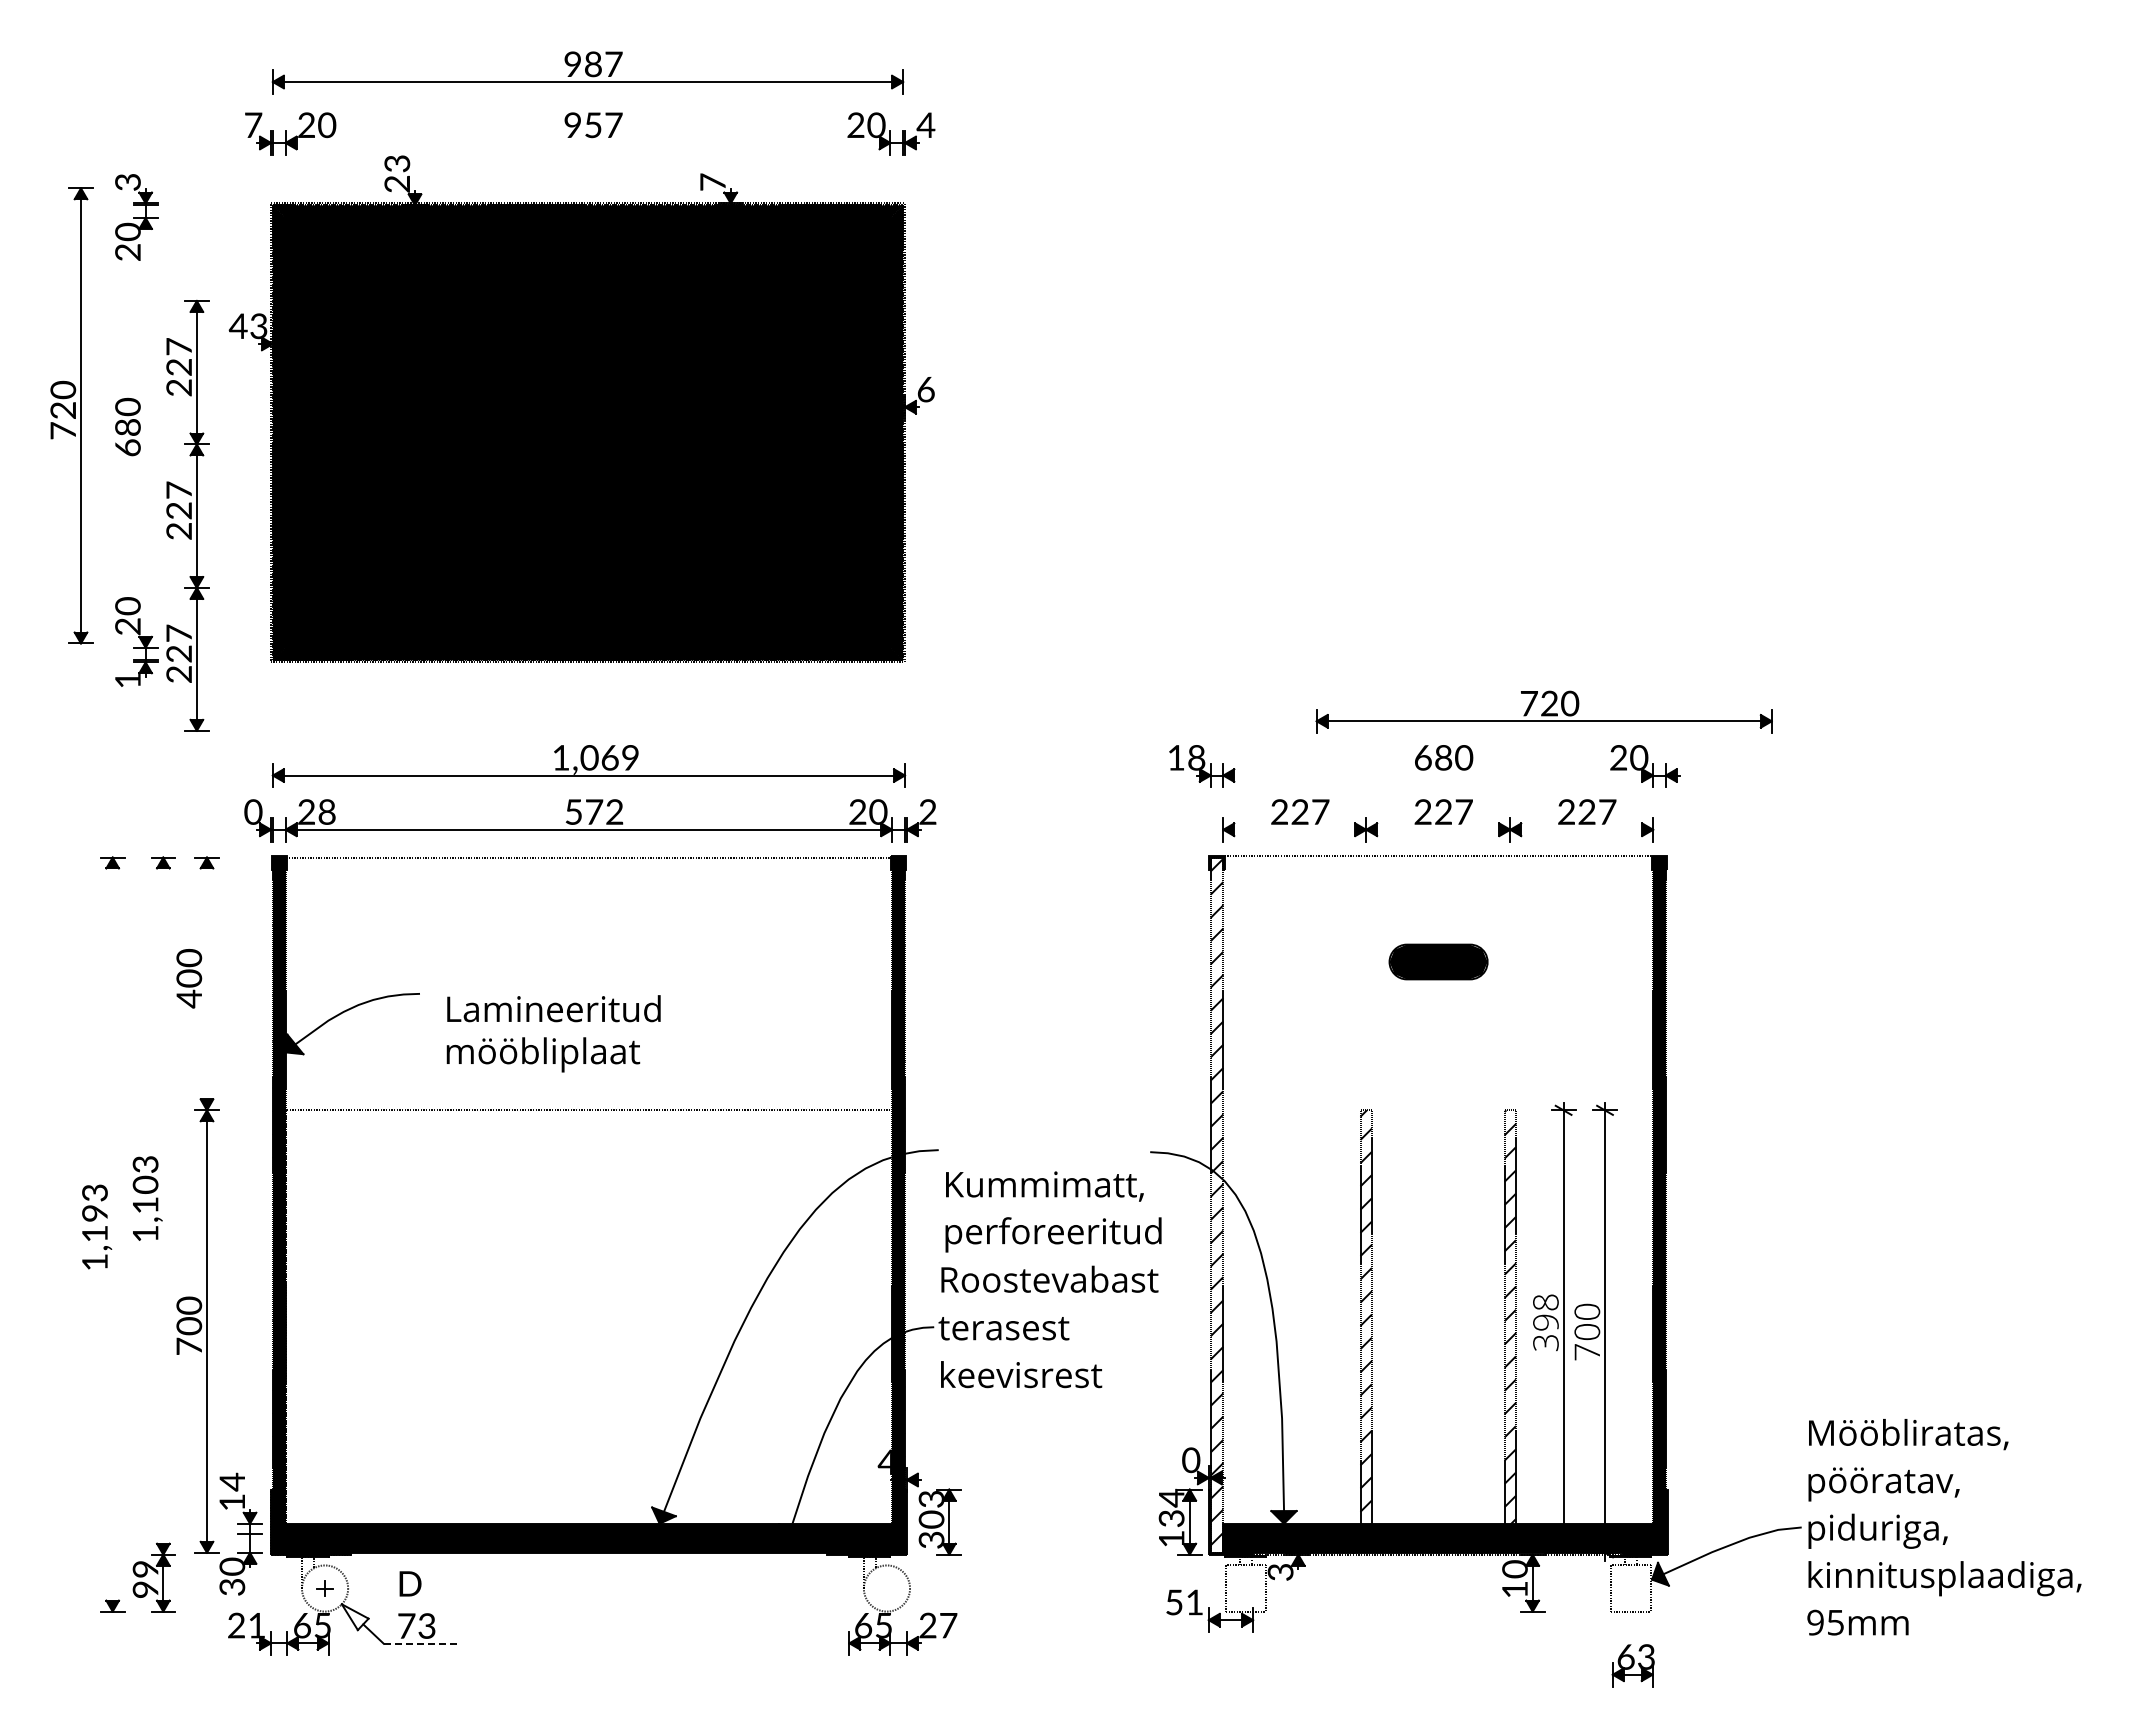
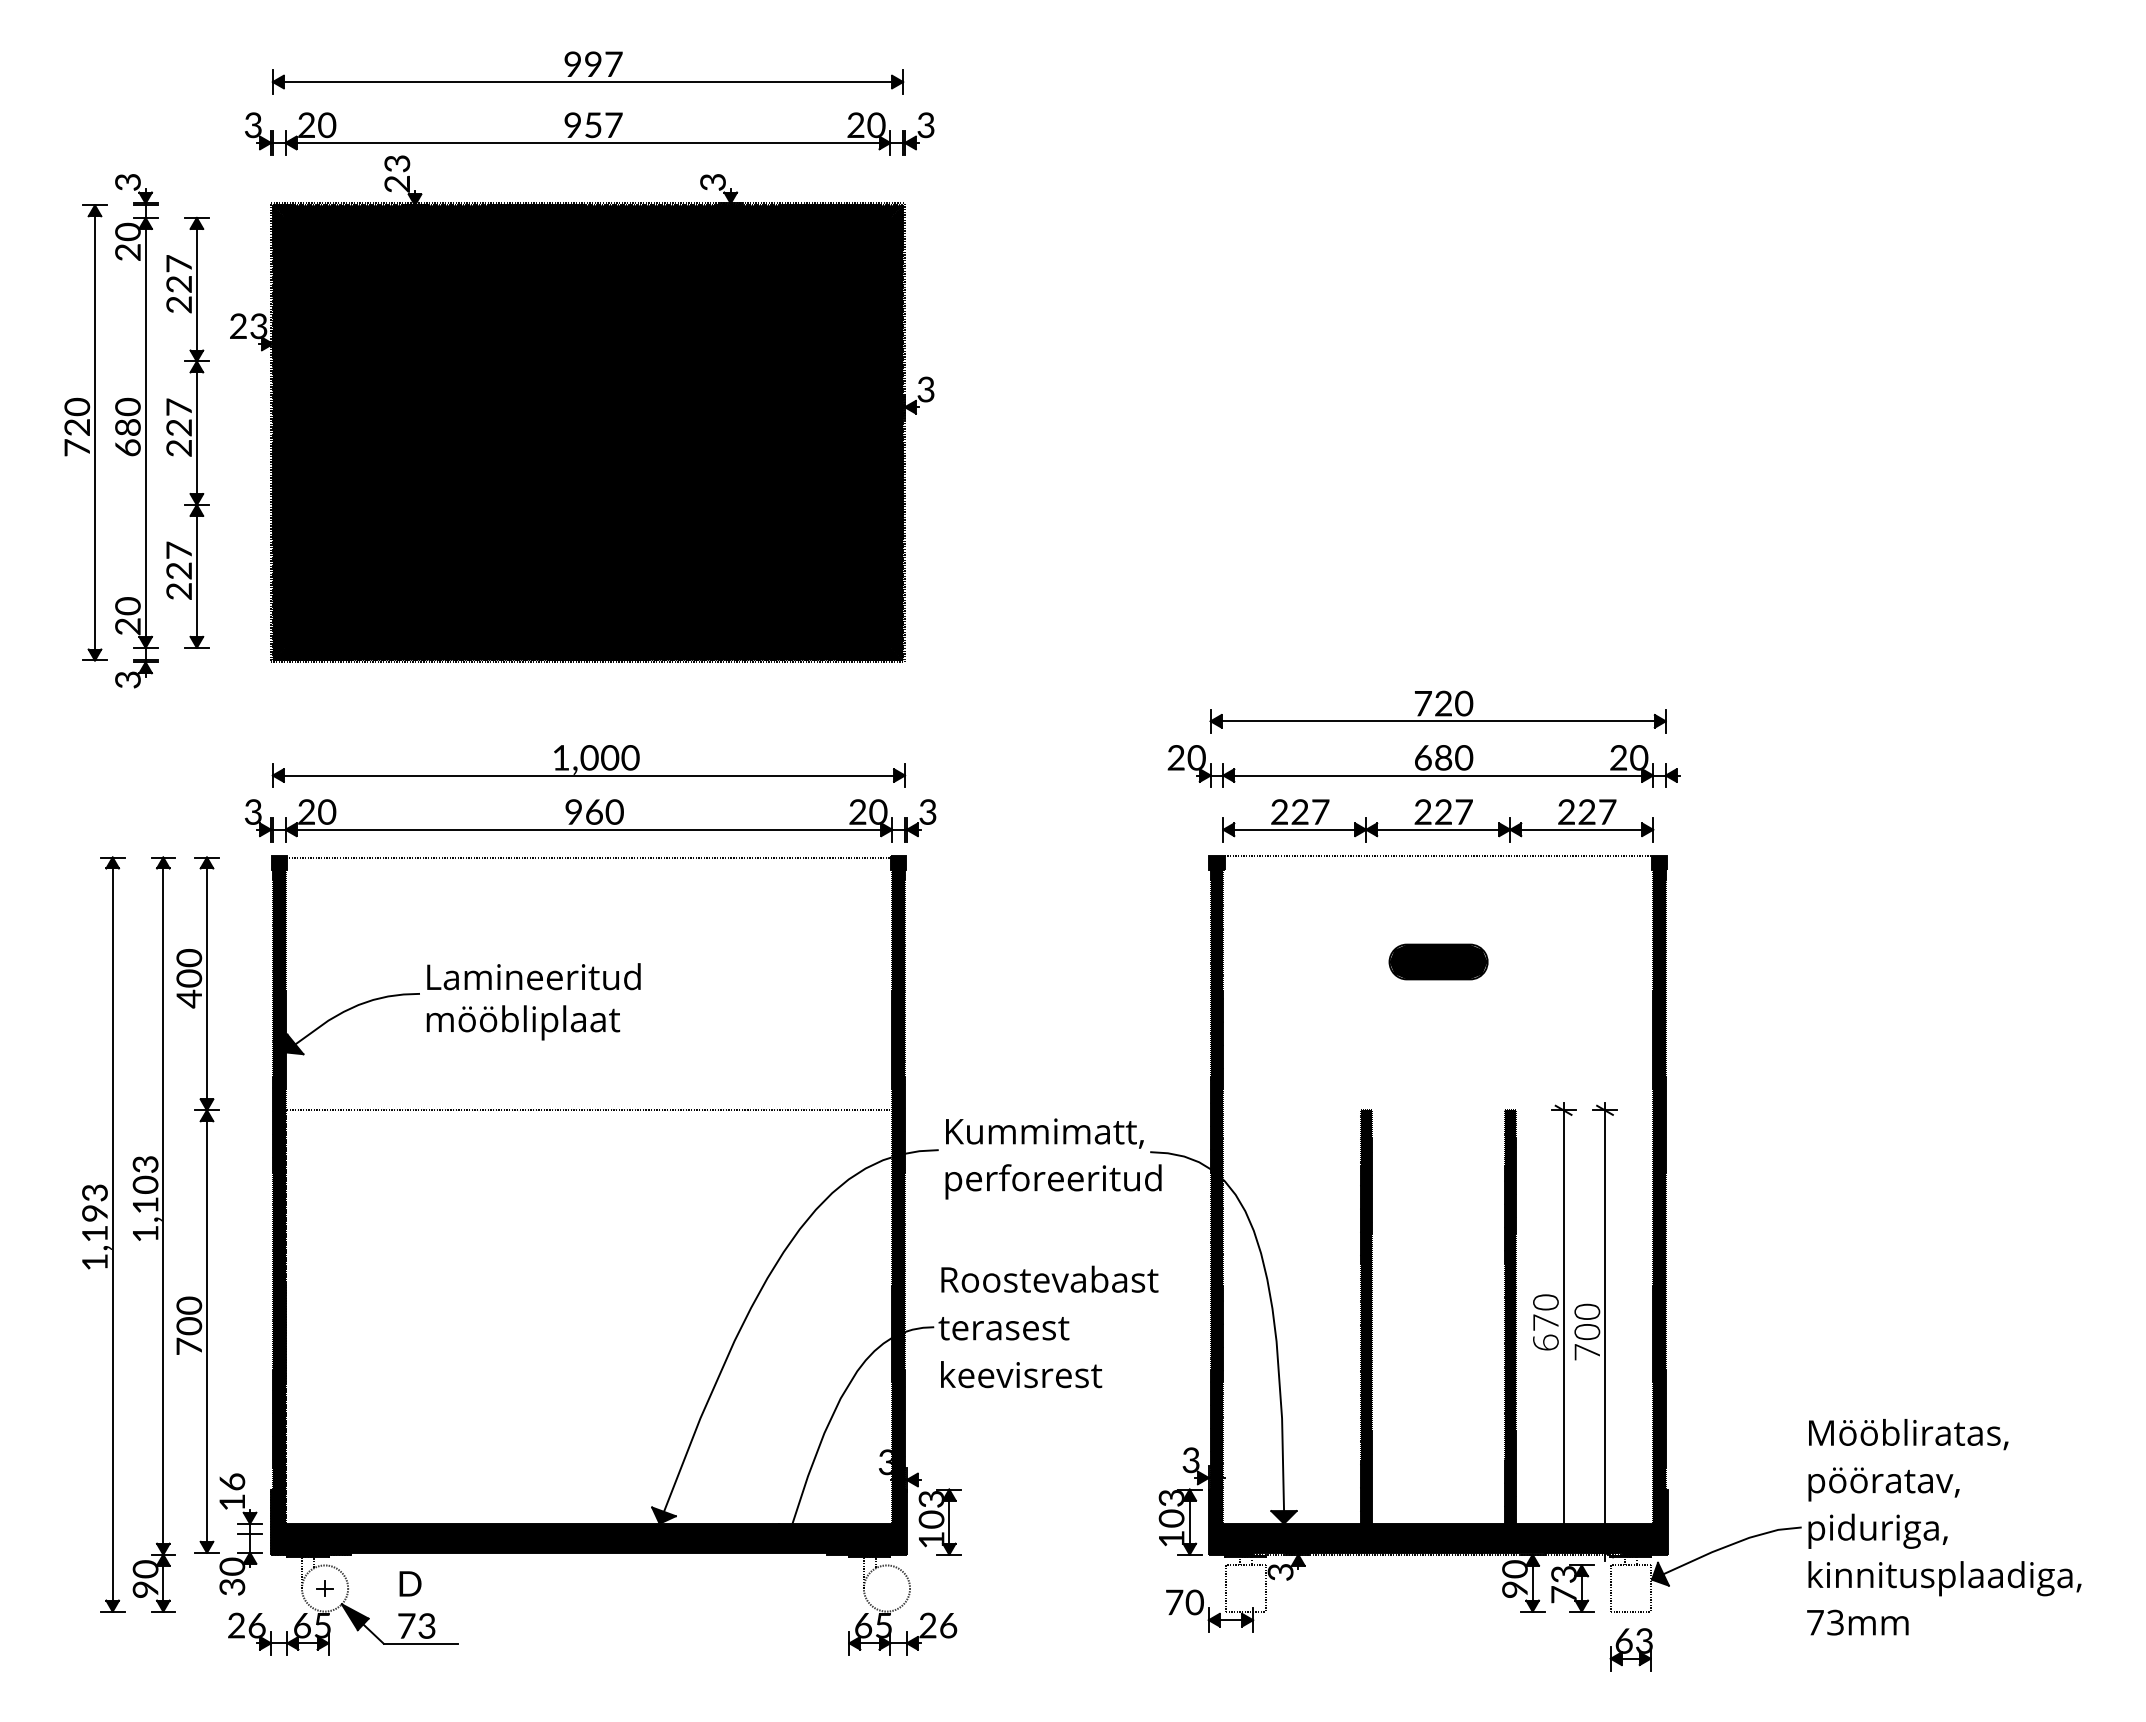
text at (593, 65): 987 -> 997
text at (253, 125): 7 -> 3
text at (925, 125): 4 -> 3
line at (587, 142): none -> present
text at (712, 181): 7 -> 3
text at (237, 325): 43 -> 23
text at (925, 389): 6 -> 3
part at (71, 415) position: (71, 415) -> (85, 432)
line at (145, 432): none -> present
part at (187, 515) position: (187, 515) -> (187, 432)
text at (127, 679): 1 -> 3
part at (1543, 711) position: (1543, 711) -> (1437, 711)
text at (620, 757): 1,069 -> 1,000
text at (1186, 757): 18 -> 20
line at (1438, 775): none -> present
text at (253, 811): 0 -> 3
text at (594, 811): 572 -> 960
text at (327, 812): 28 -> 20
text at (927, 813): 2 -> 3
line at (1294, 829): none -> present
line at (1438, 829): none -> present
line at (1581, 829): none -> present
line at (207, 983): none -> present
text at (553, 1033) position: (553, 1033) -> (533, 1001)
fill at (1216, 1204): none -> present
line at (163, 1205): none -> present
text at (1053, 1211) position: (1053, 1211) -> (1053, 1158)
line at (112, 1234): none -> present
fill at (1365, 1321): none -> present
fill at (1510, 1321): none -> present
text at (1545, 1322): 398 -> 670
text at (1191, 1459): 0 -> 3
text at (884, 1462): 4 -> 3
text at (232, 1481): 14 -> 16
text at (1171, 1507): 134 -> 103
text at (931, 1539): 303 -> 103
text at (146, 1569): 99 -> 90
part at (1572, 1588): none -> present
text at (1514, 1589): 10 -> 90
text at (1184, 1602): 51 -> 70
fill at (354, 1617): none -> present
text at (1825, 1622): 95mm -> 73mm
text at (256, 1625): 21 -> 26
text at (948, 1625): 27 -> 26
line at (421, 1643): dashed -> solid
part at (1632, 1665) position: (1632, 1665) -> (1630, 1649)
